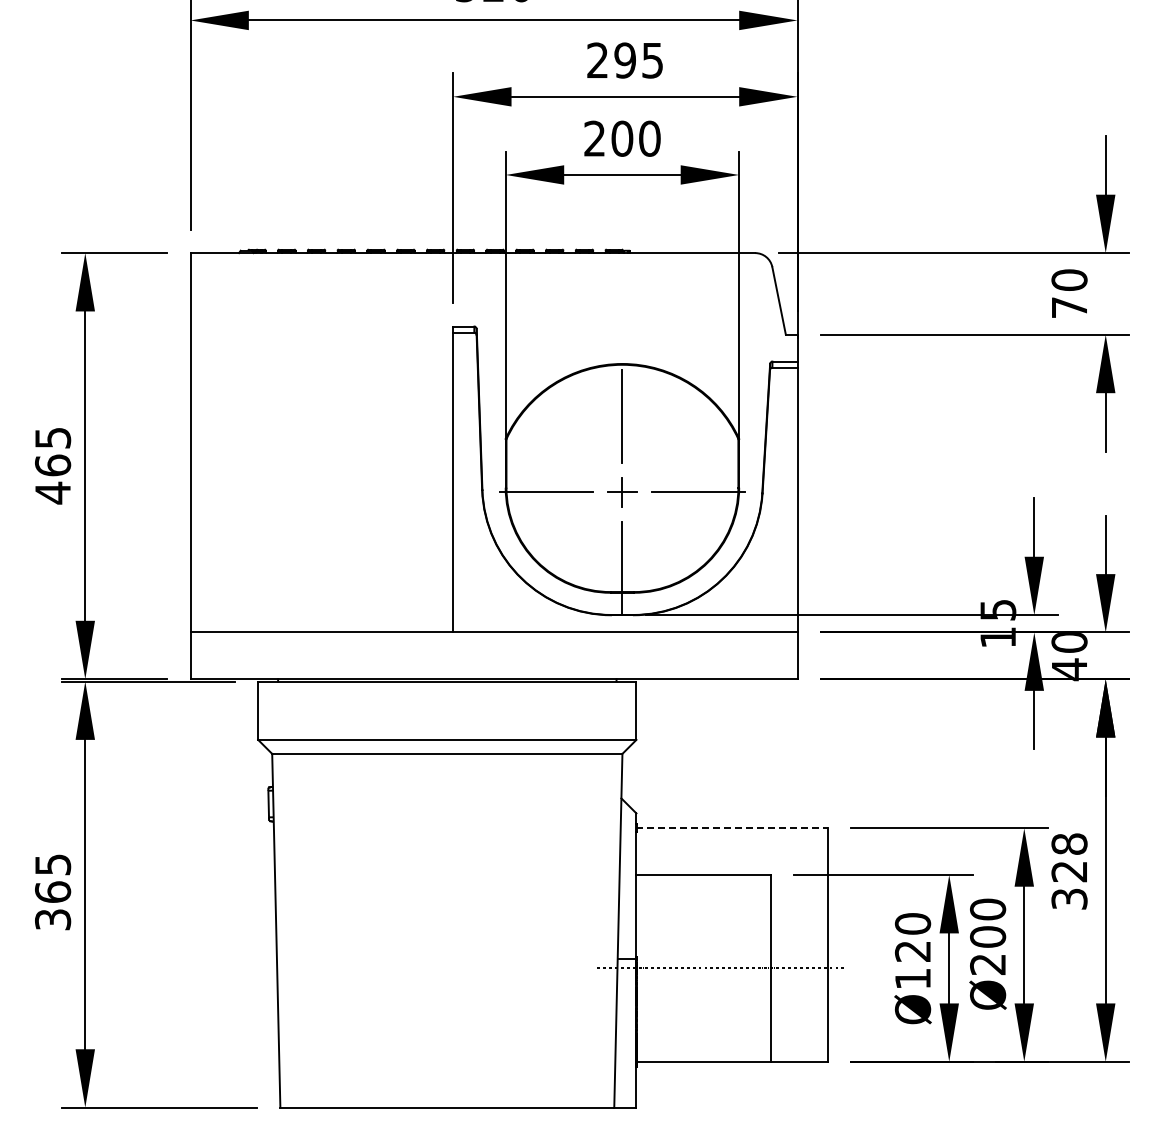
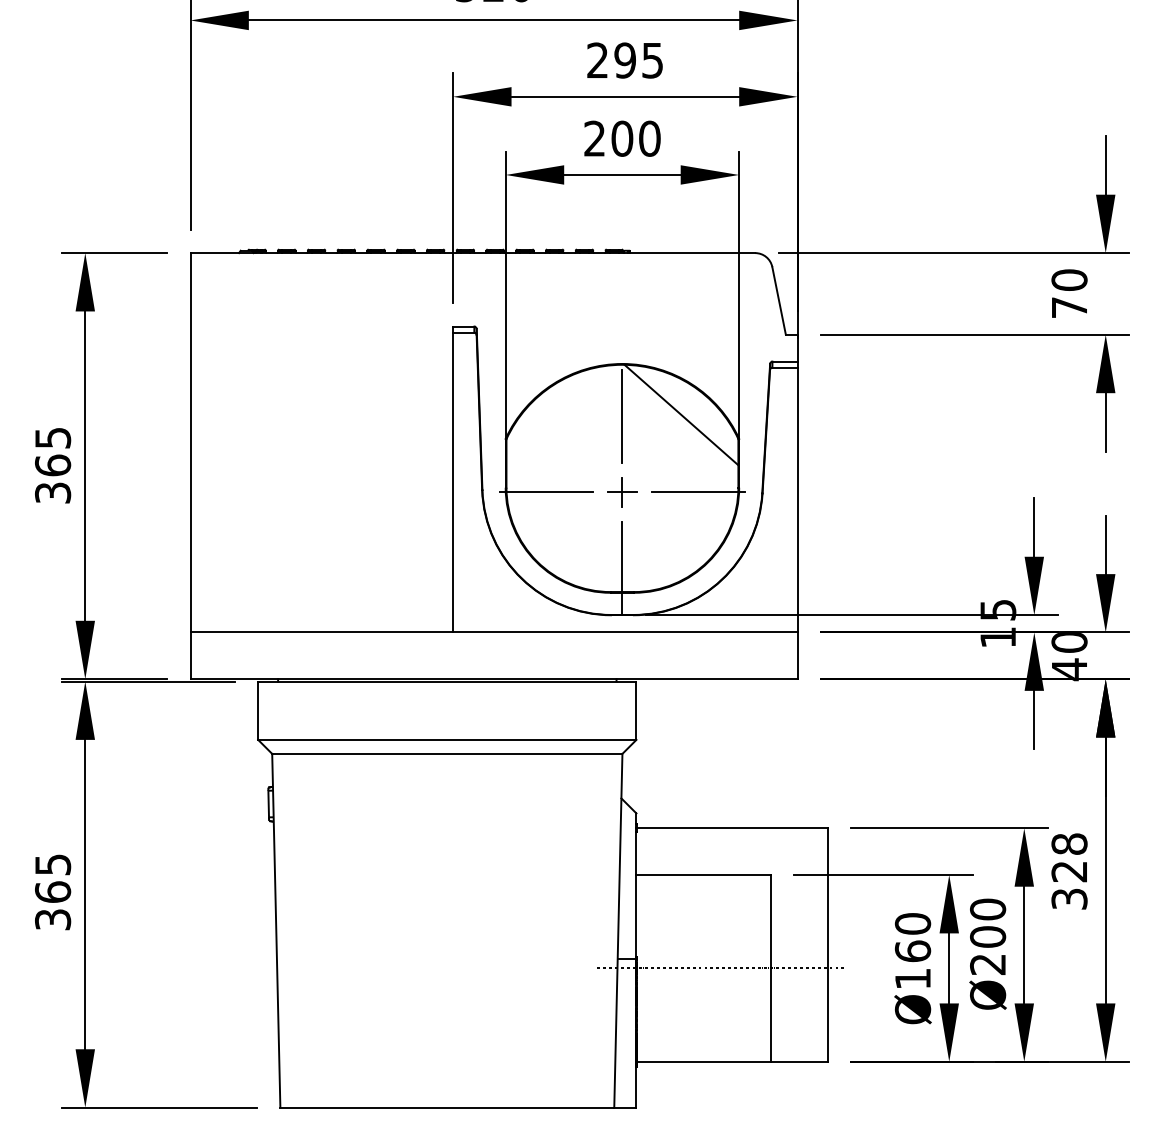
line at (681, 414): none -> present
text at (53, 492): 465 -> 365
line at (732, 828): dashed -> solid
text at (912, 951): Ø120 -> Ø160
